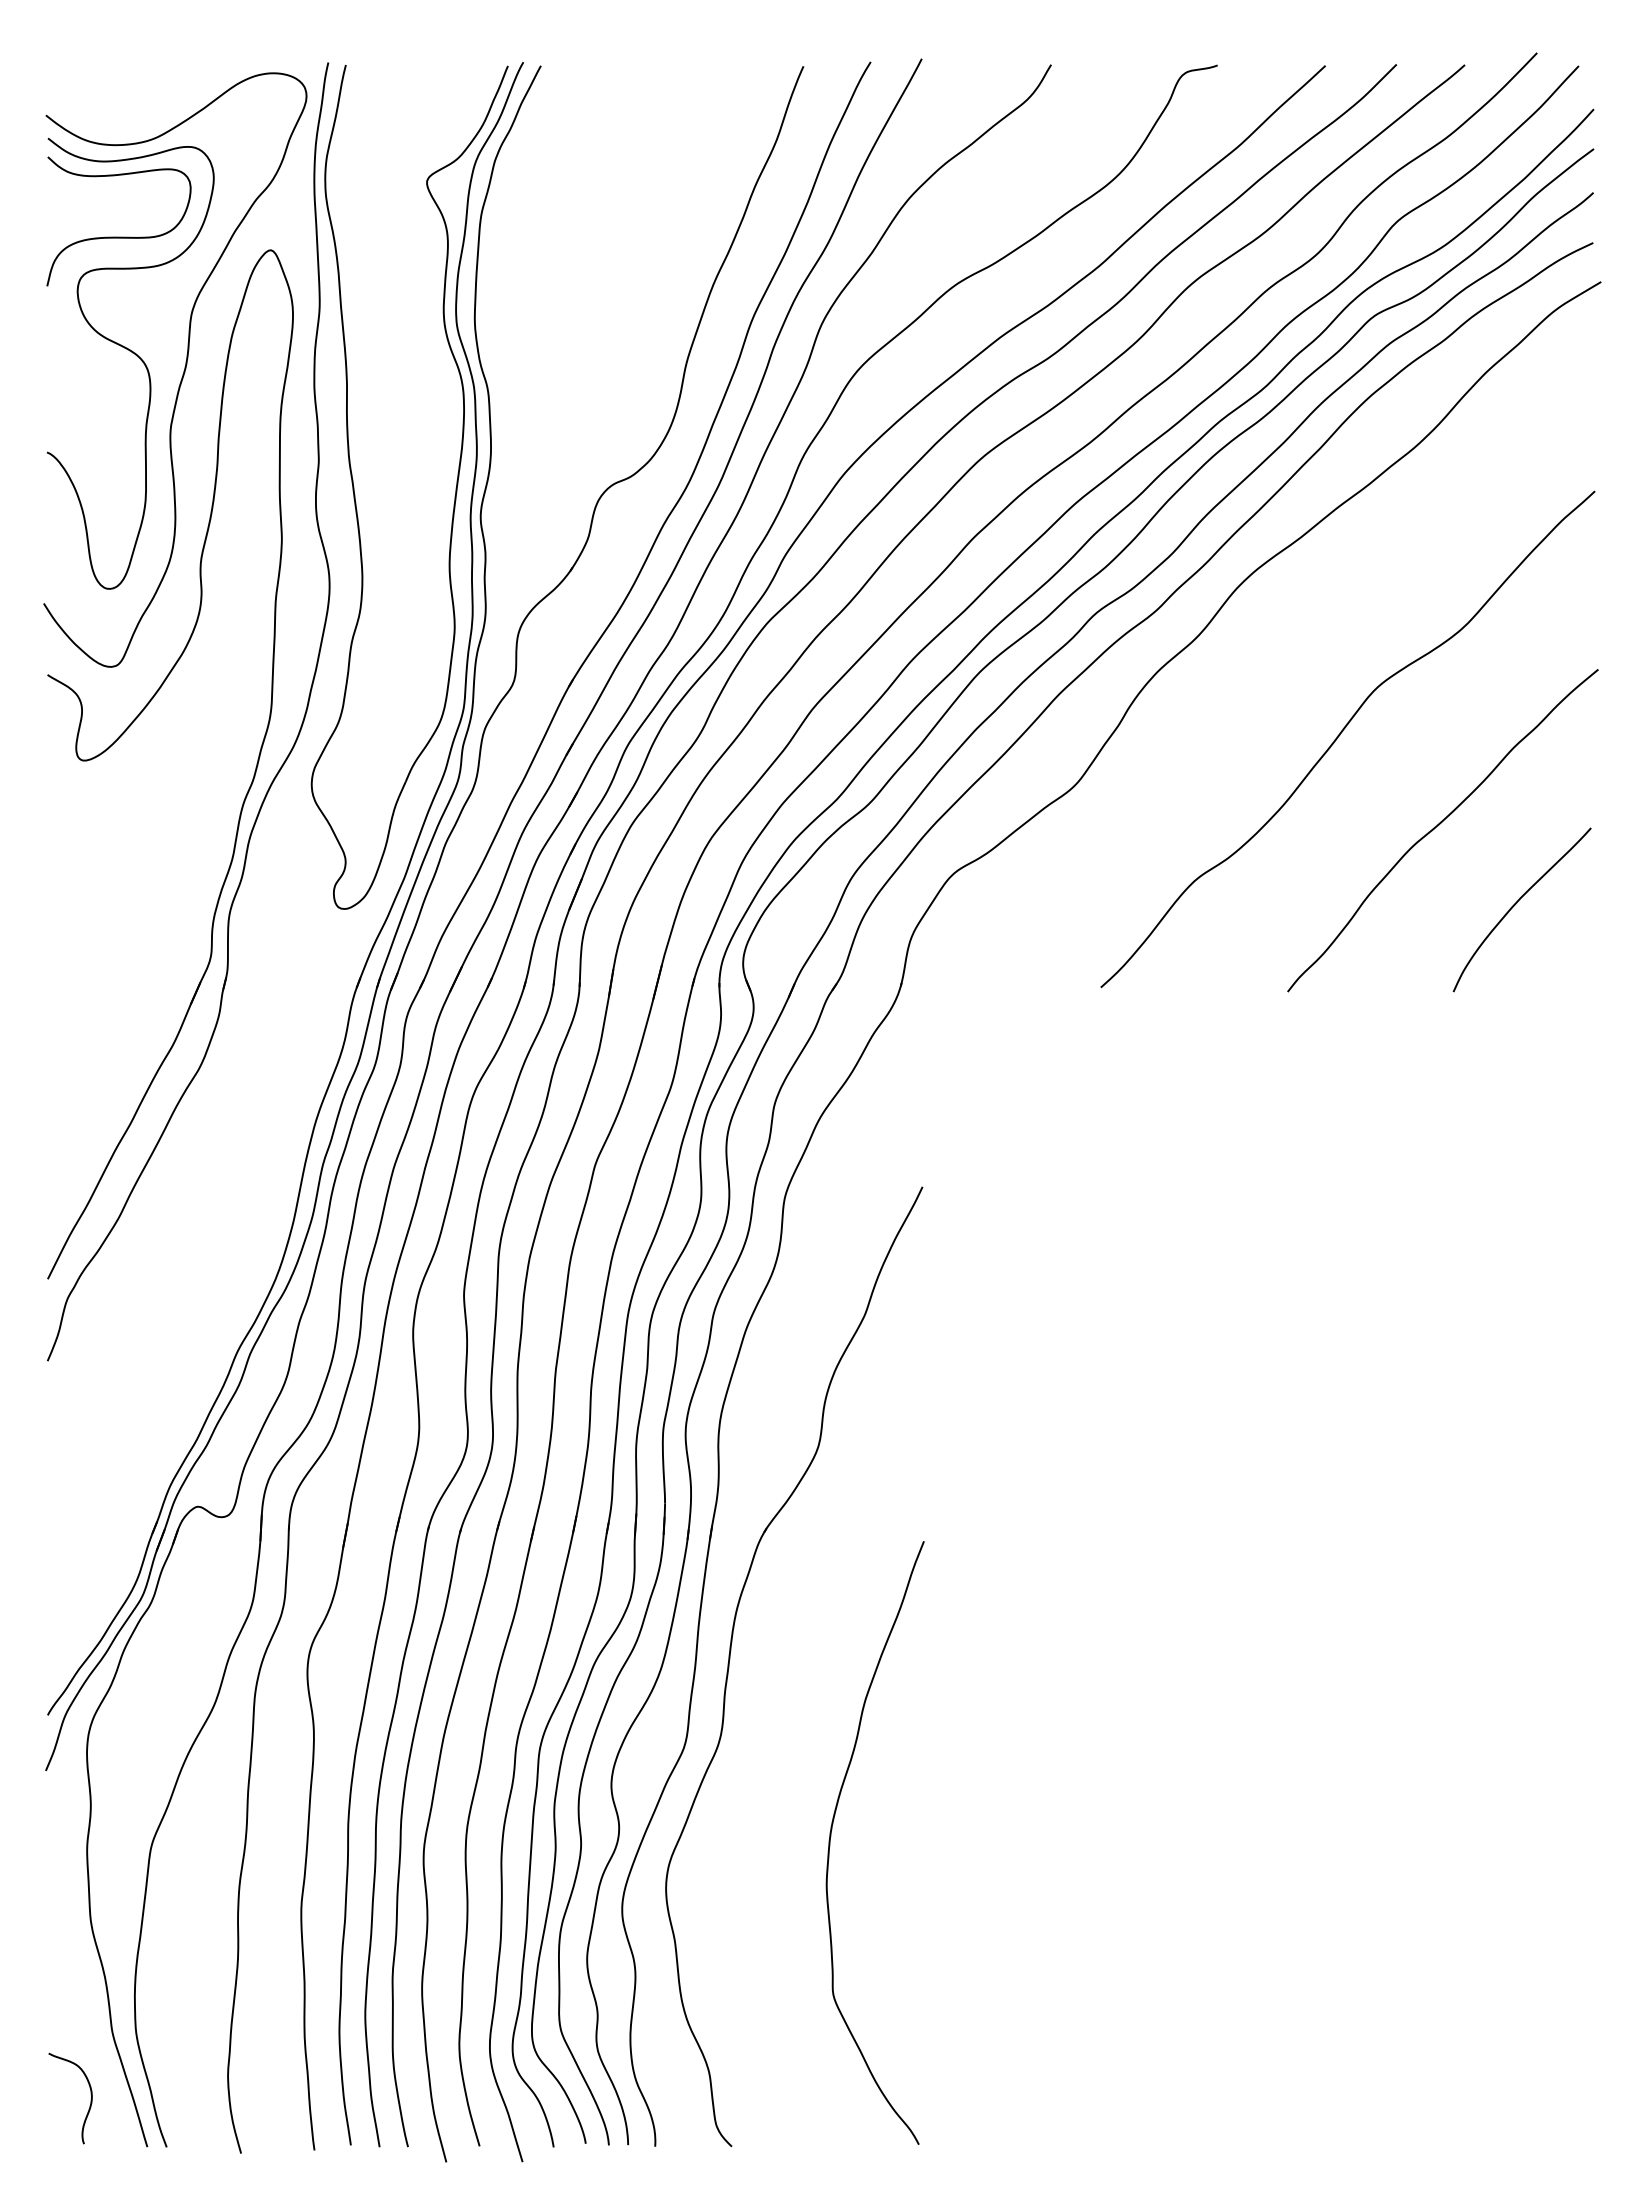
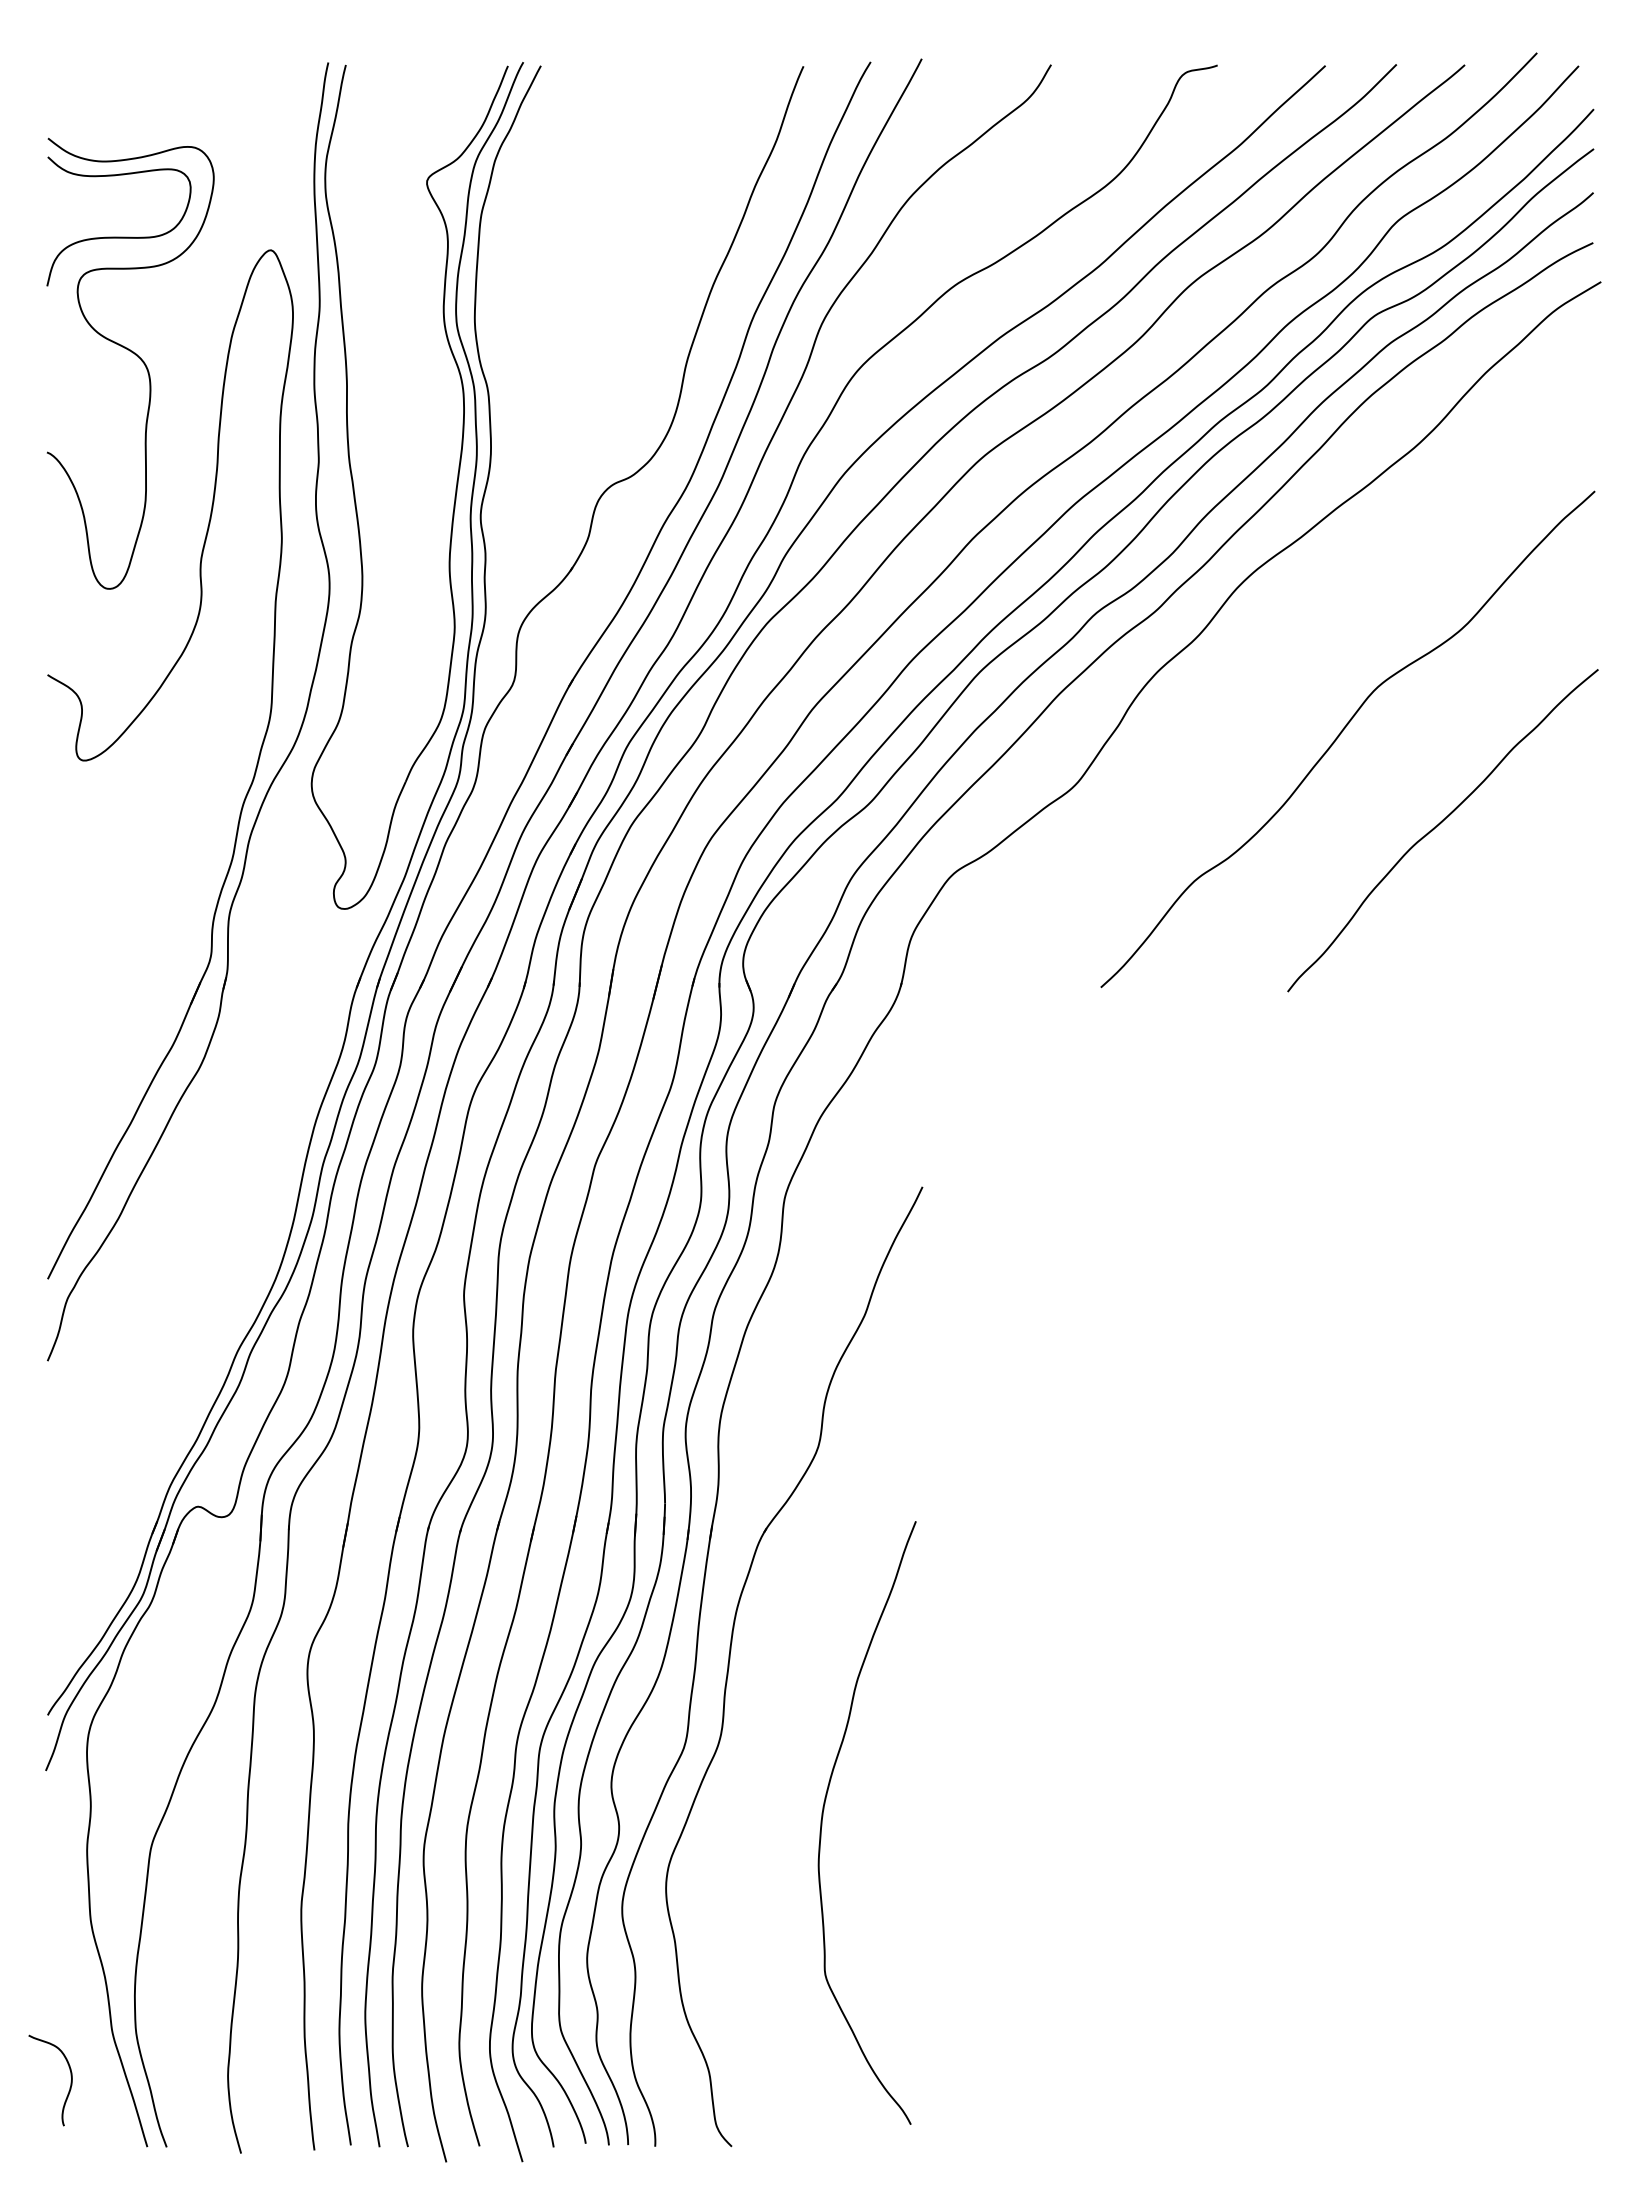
curve at (183, 370): present -> none
curve at (1516, 904): present -> none
curve at (831, 1836) position: (831, 1836) -> (823, 1816)
curve at (90, 2099) position: (90, 2099) -> (70, 2081)
